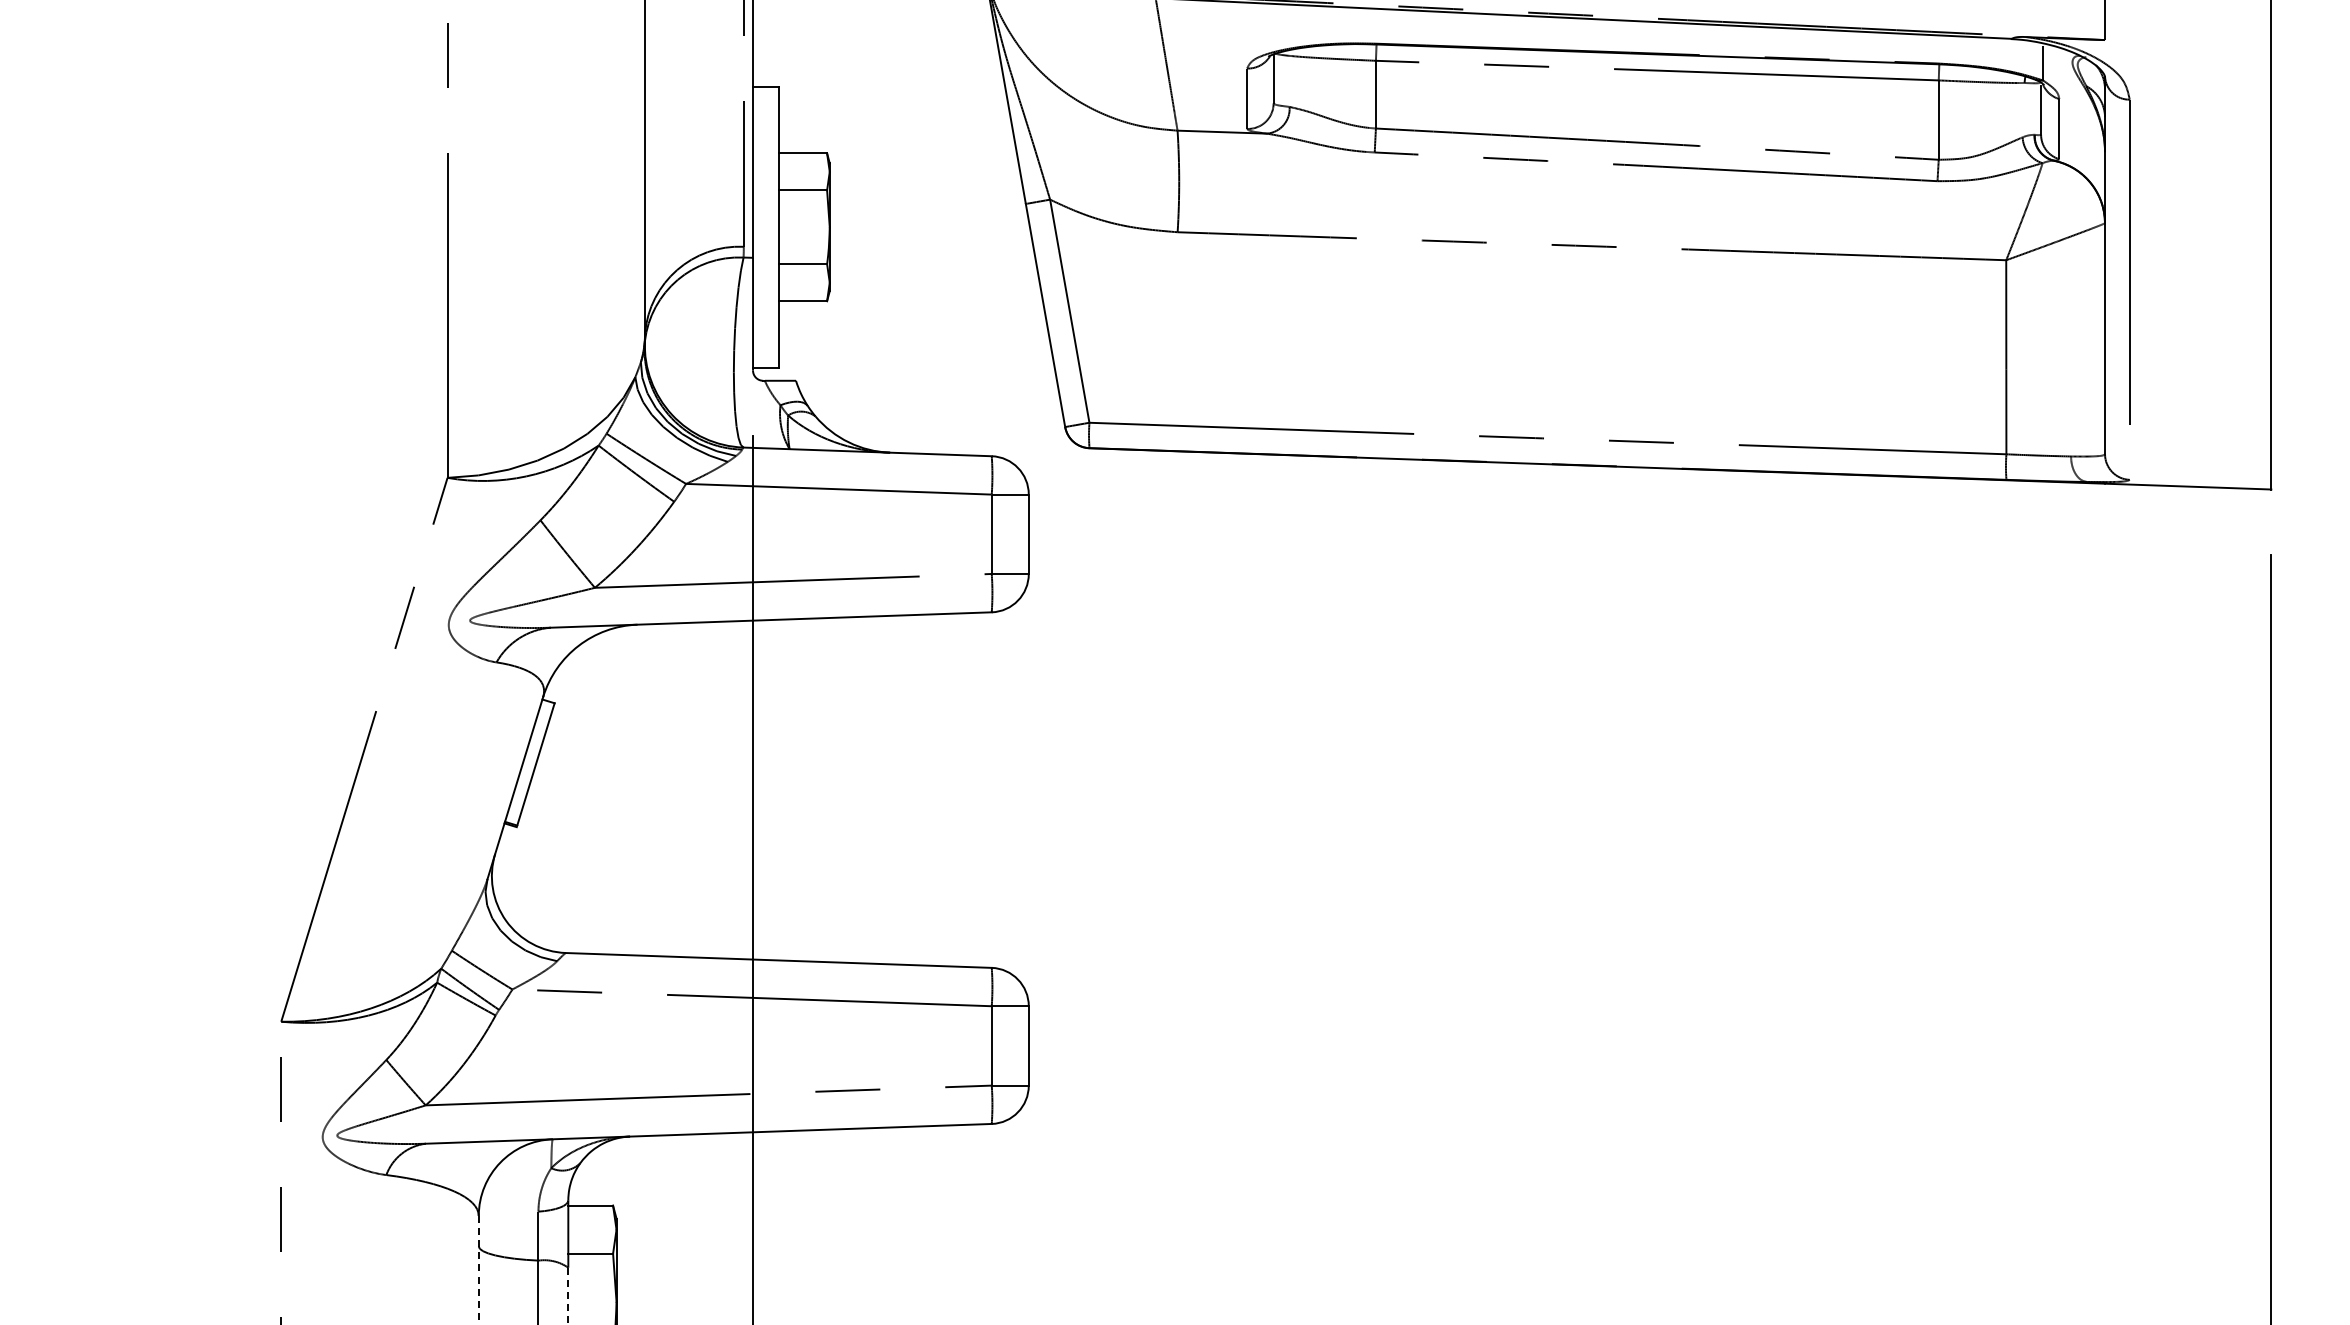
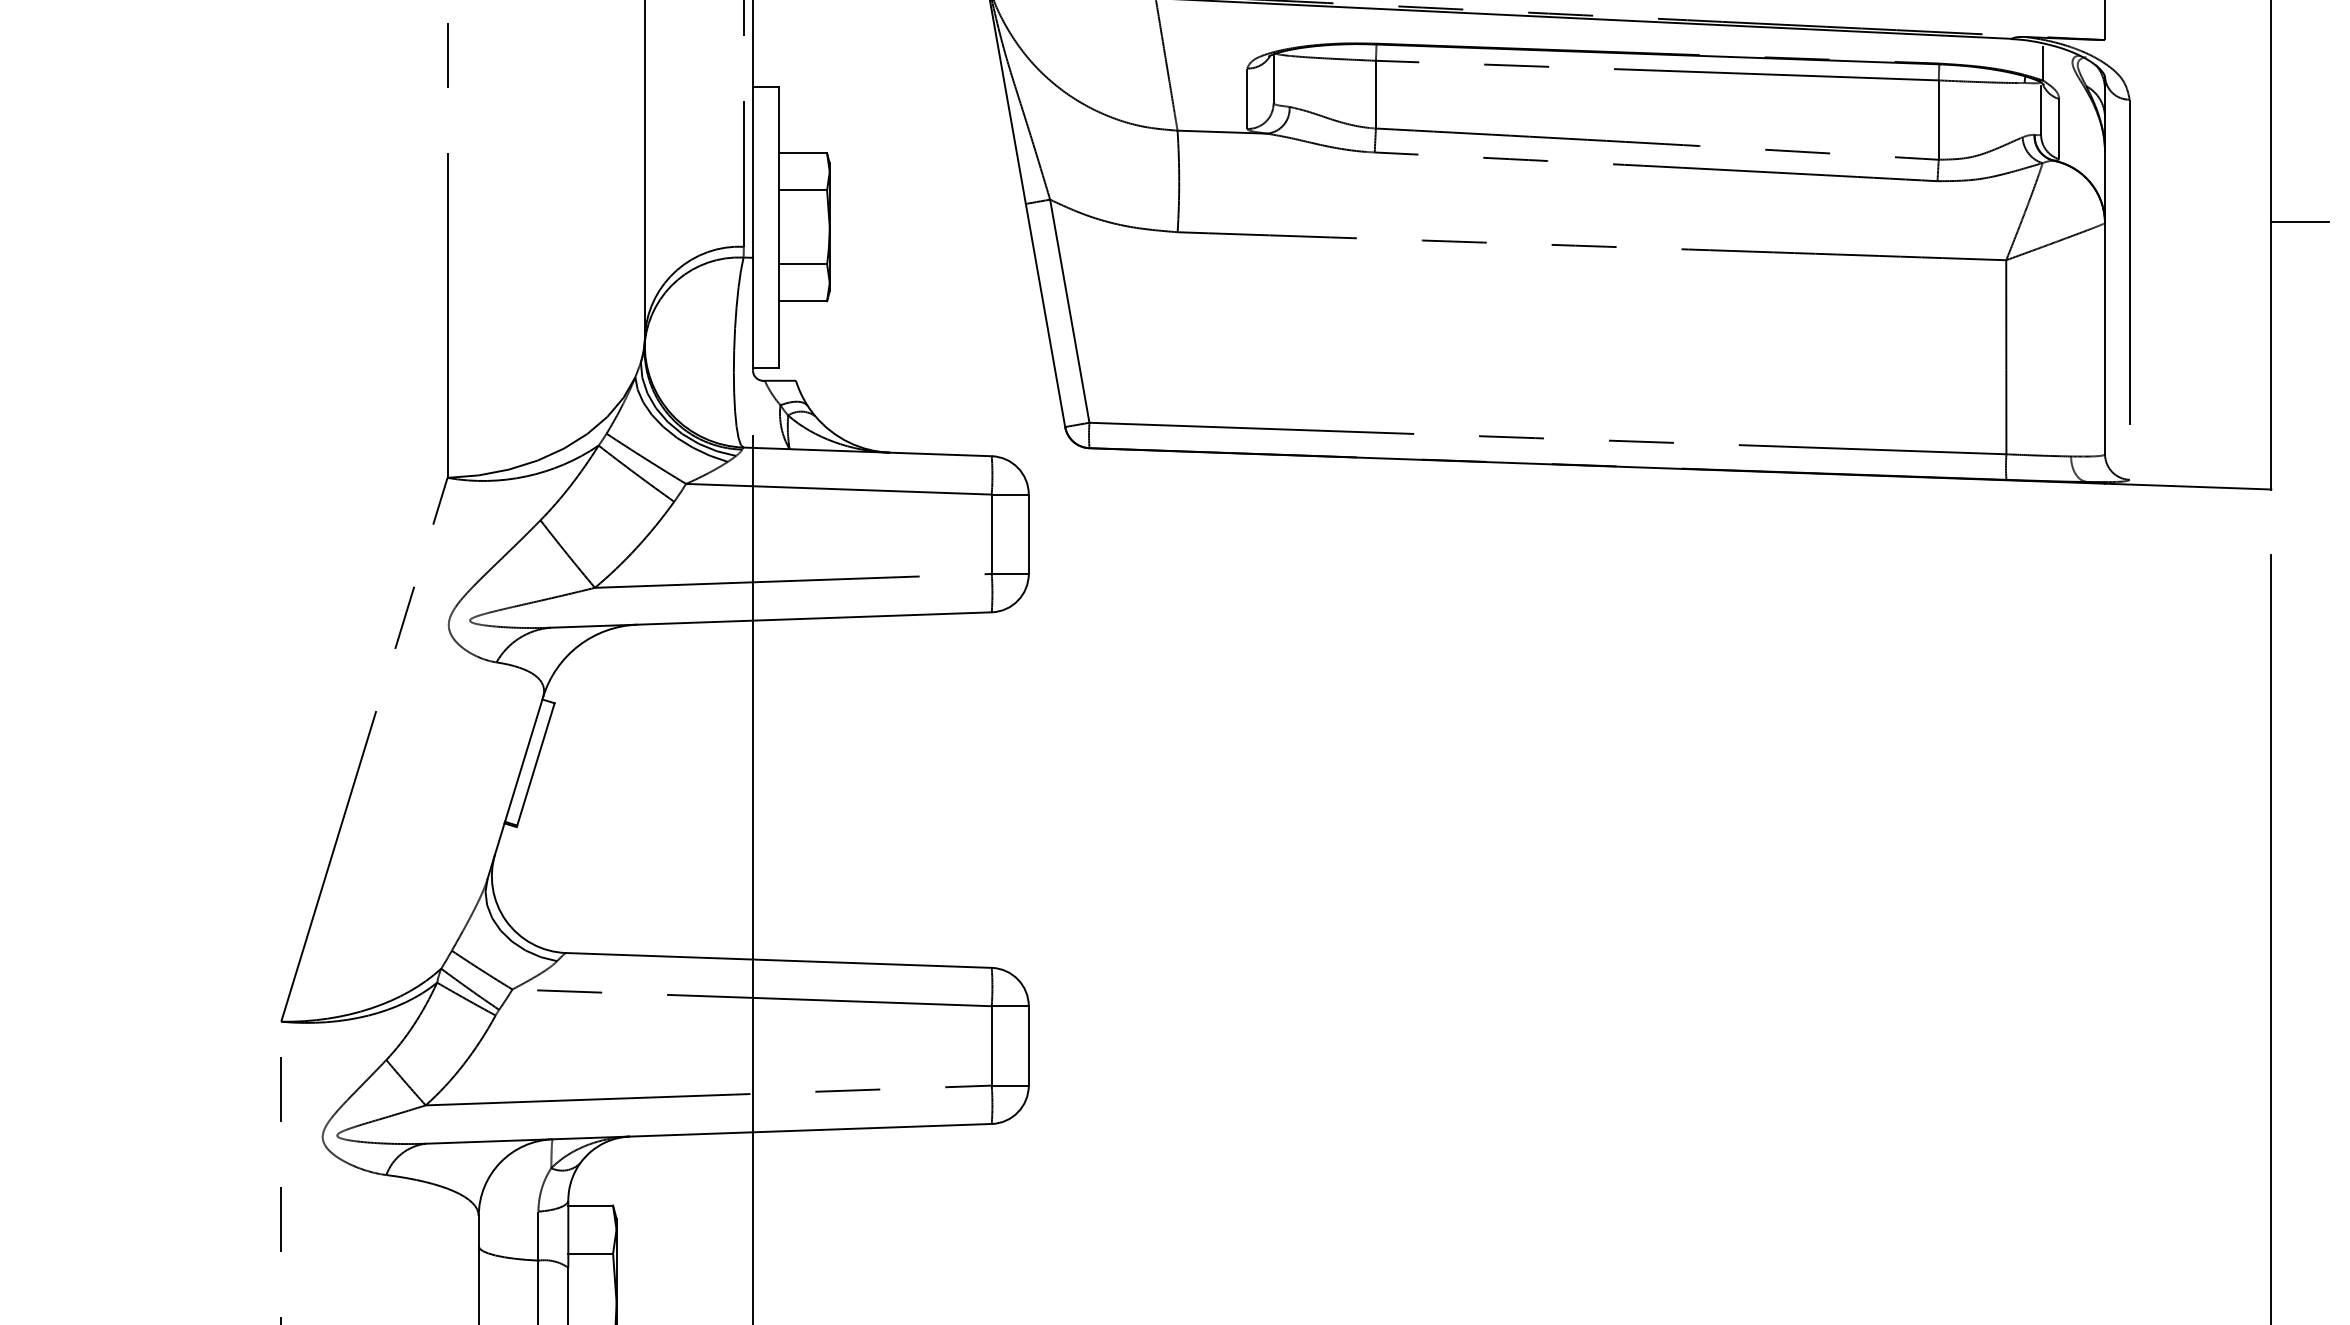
line at (2299, 221): none -> present
line at (478, 1270): dashed -> solid
line at (568, 1296): dashed -> solid
